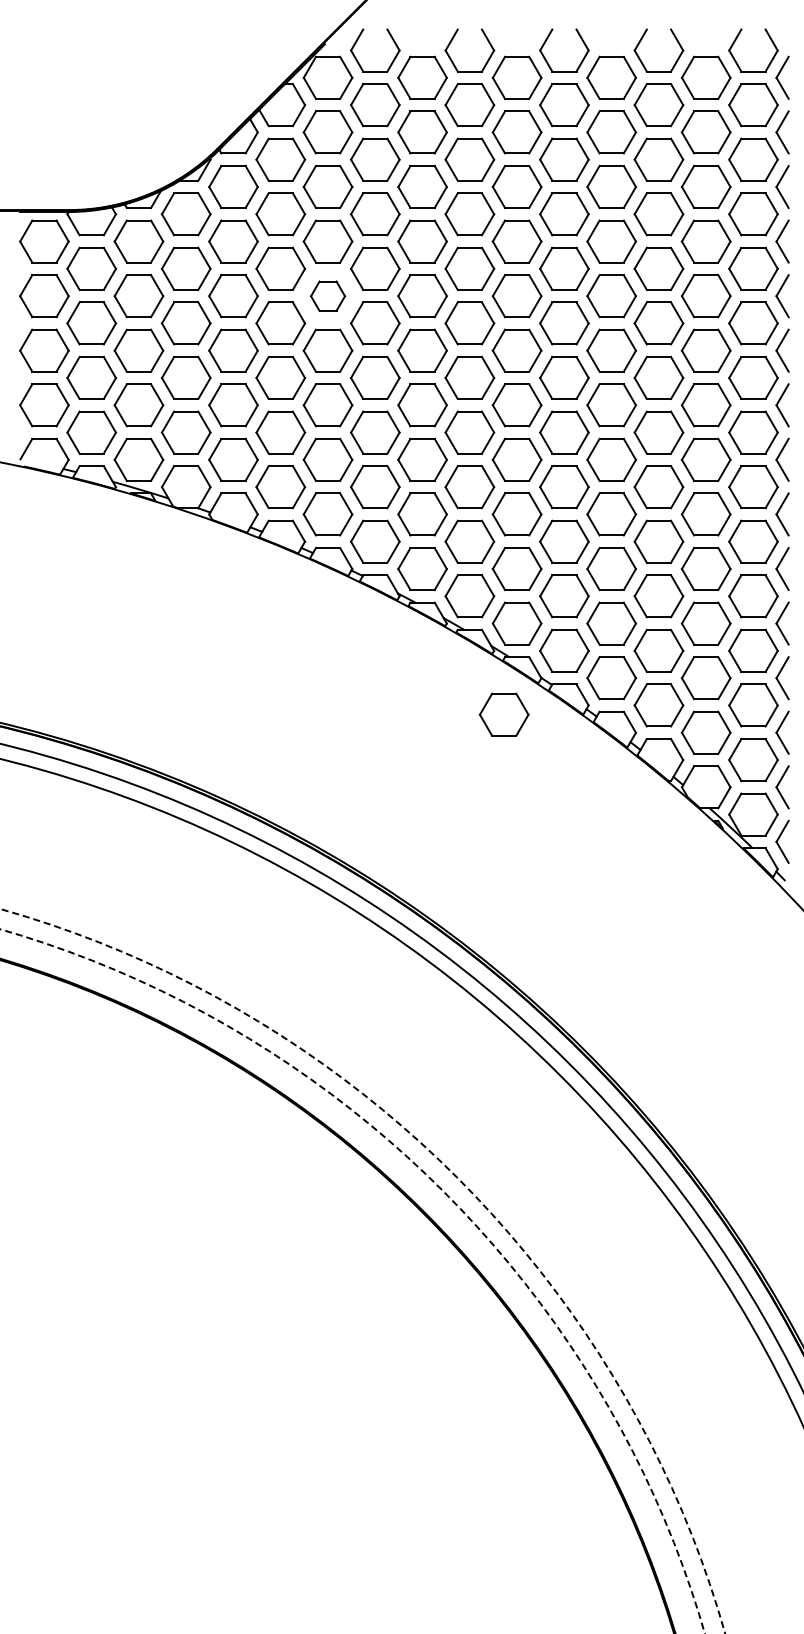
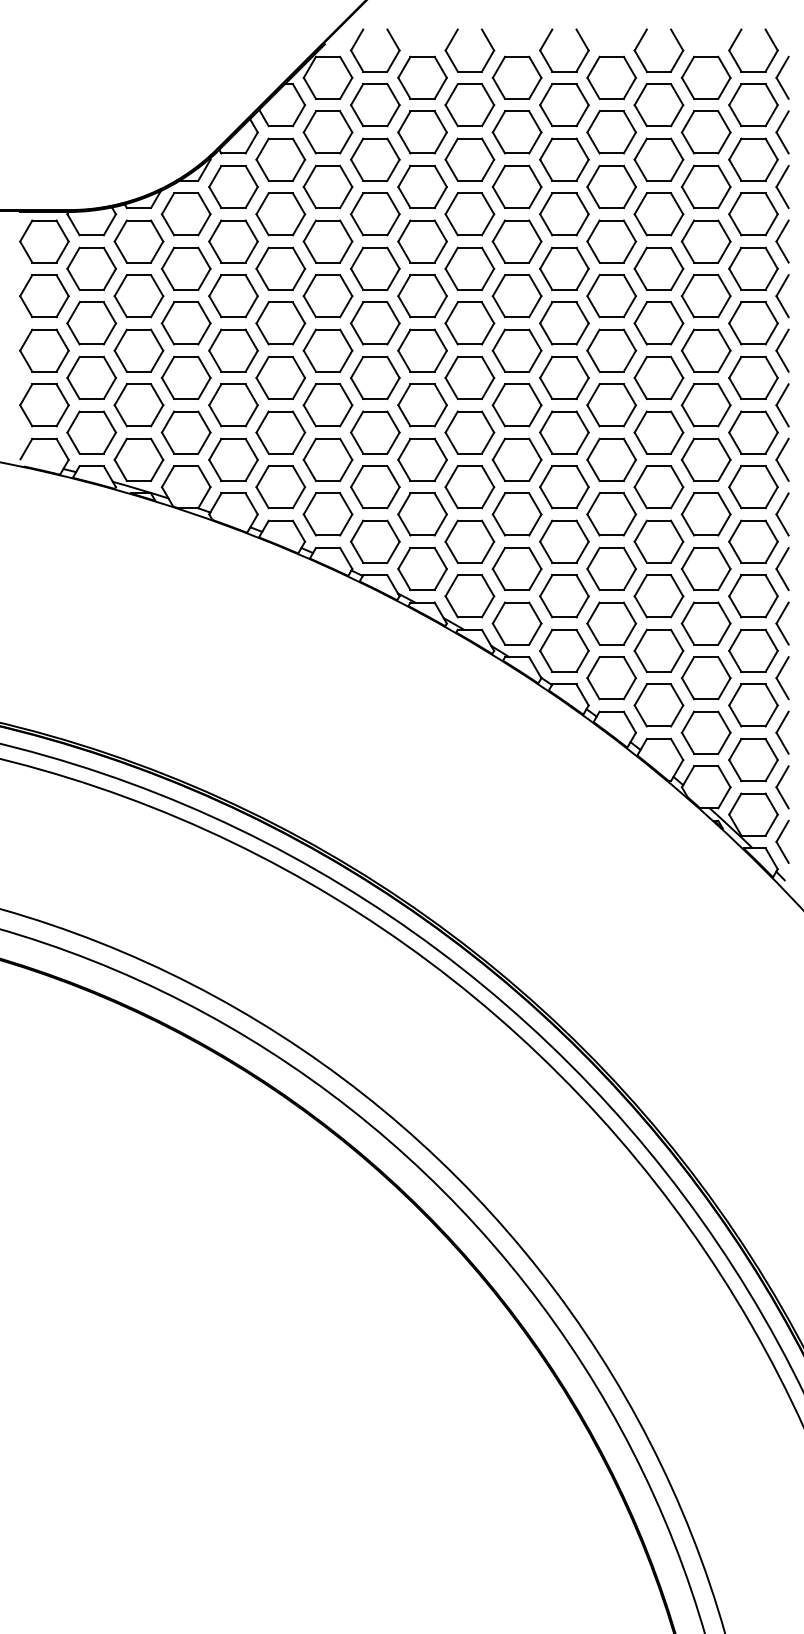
part at (328, 295) size: 37x32 px -> 52x45 px
part at (503, 714): present -> none
circle at (362, 1271): dashed -> solid
circle at (352, 1281): dashed -> solid
